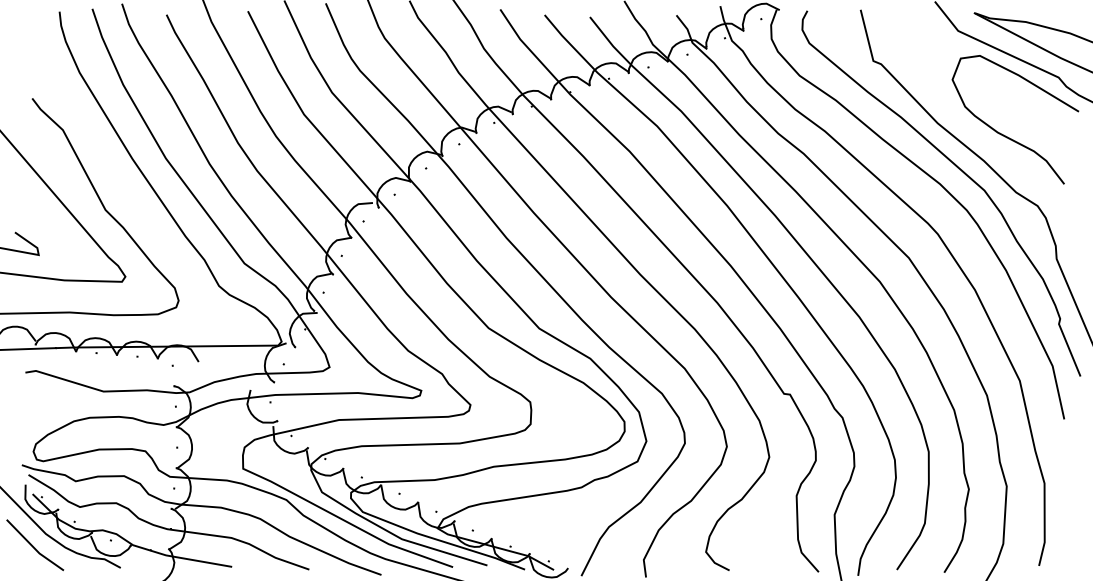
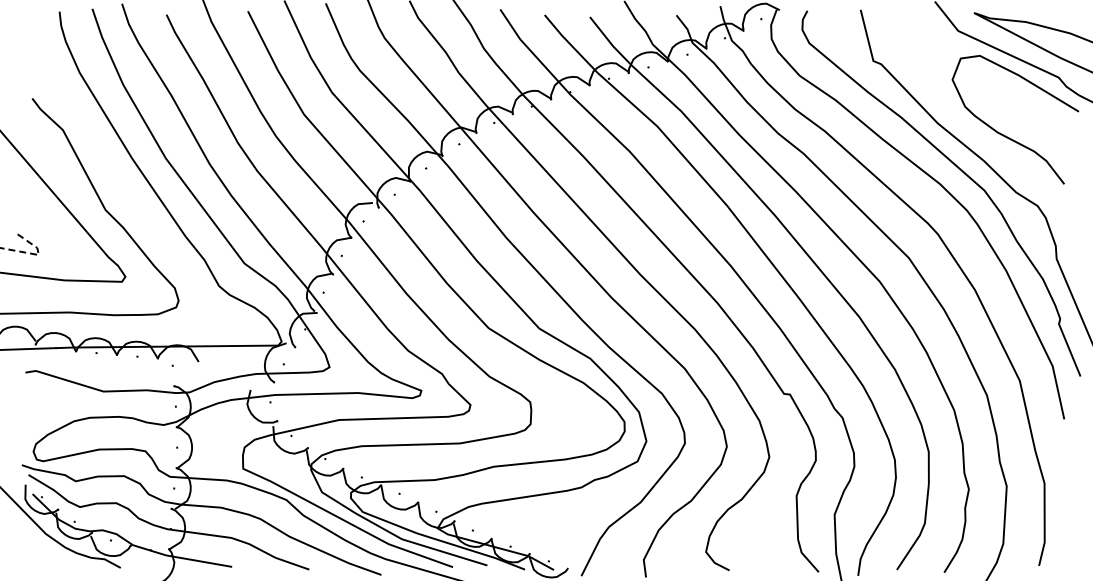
line at (38, 255): solid -> dashed
line at (34, 546): present -> none
